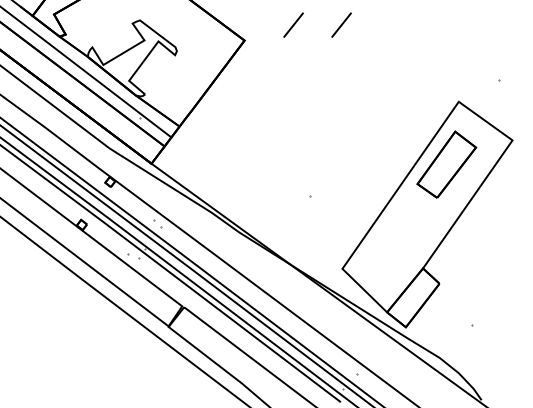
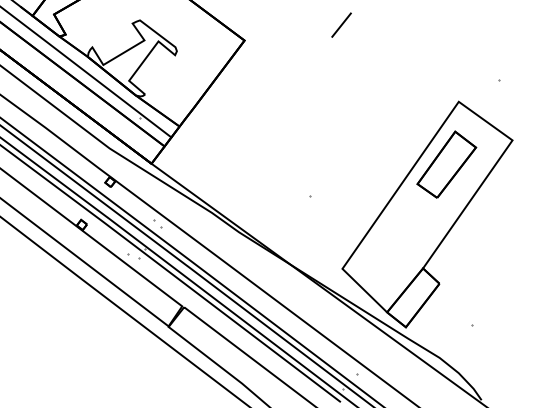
line at (293, 24): present -> none
